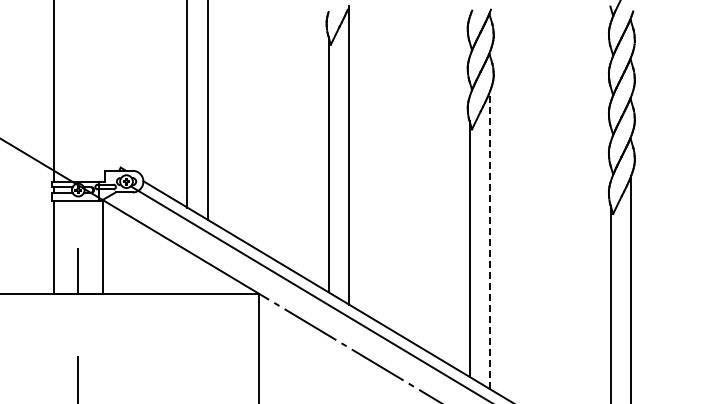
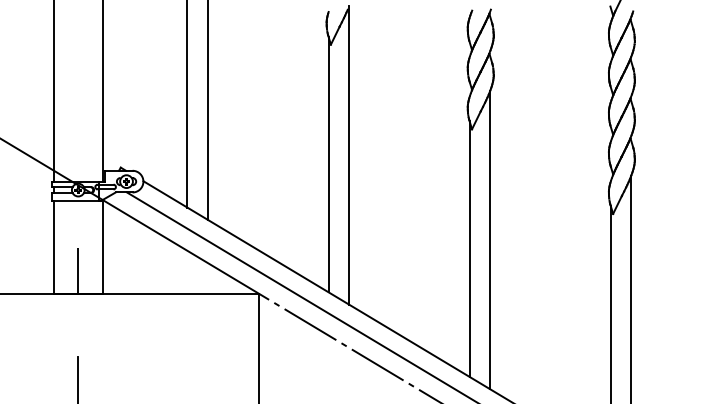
line at (102, 91): none -> present
line at (490, 239): dashed -> solid
line at (309, 293) position: (309, 293) -> (300, 296)
